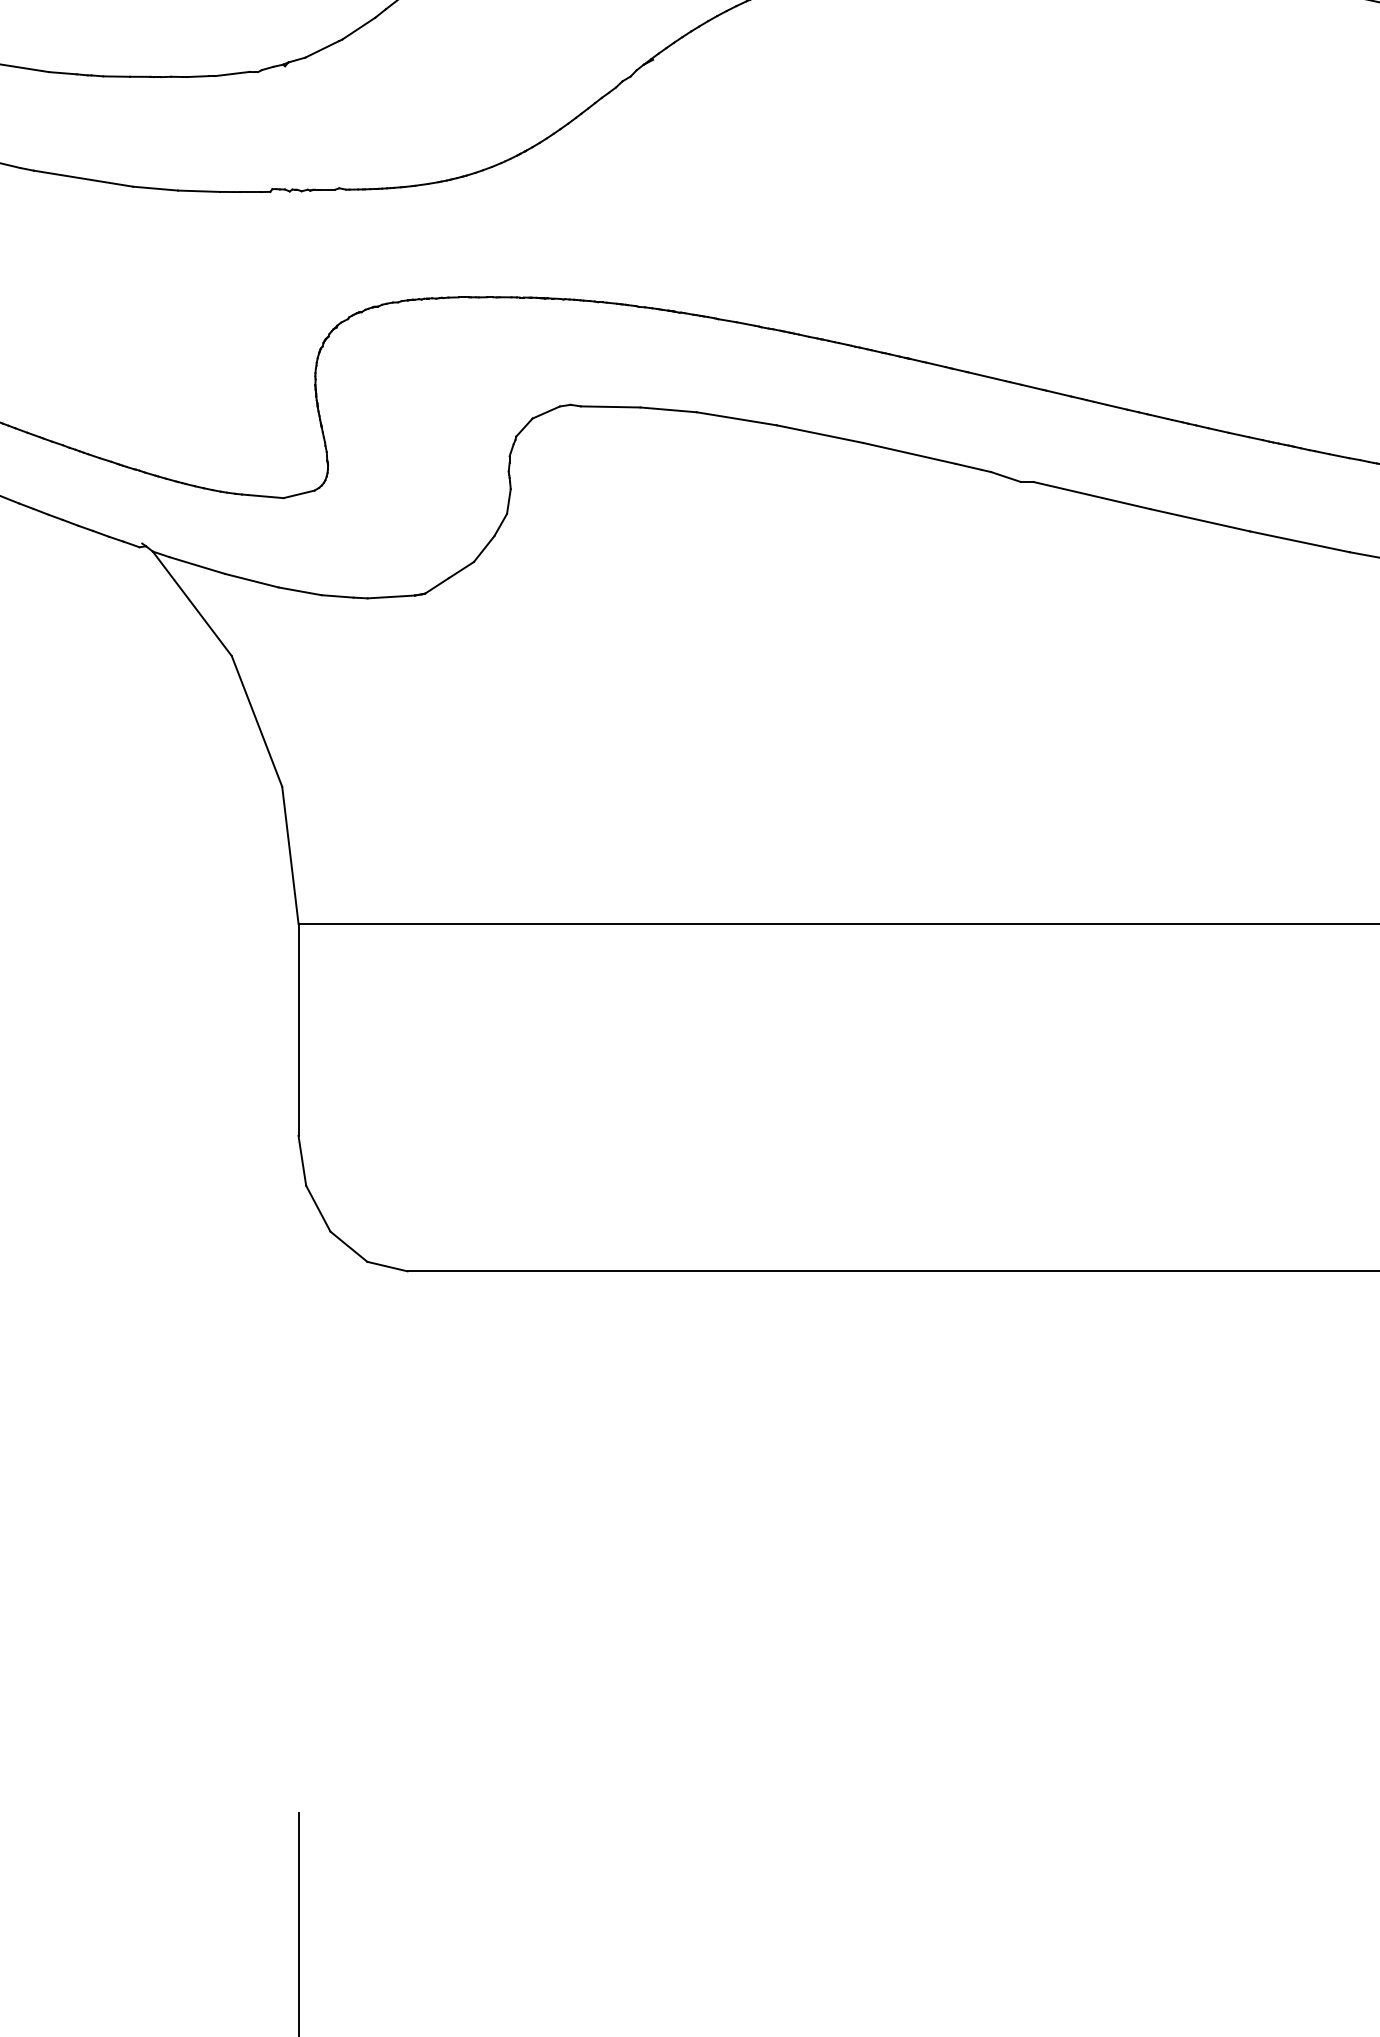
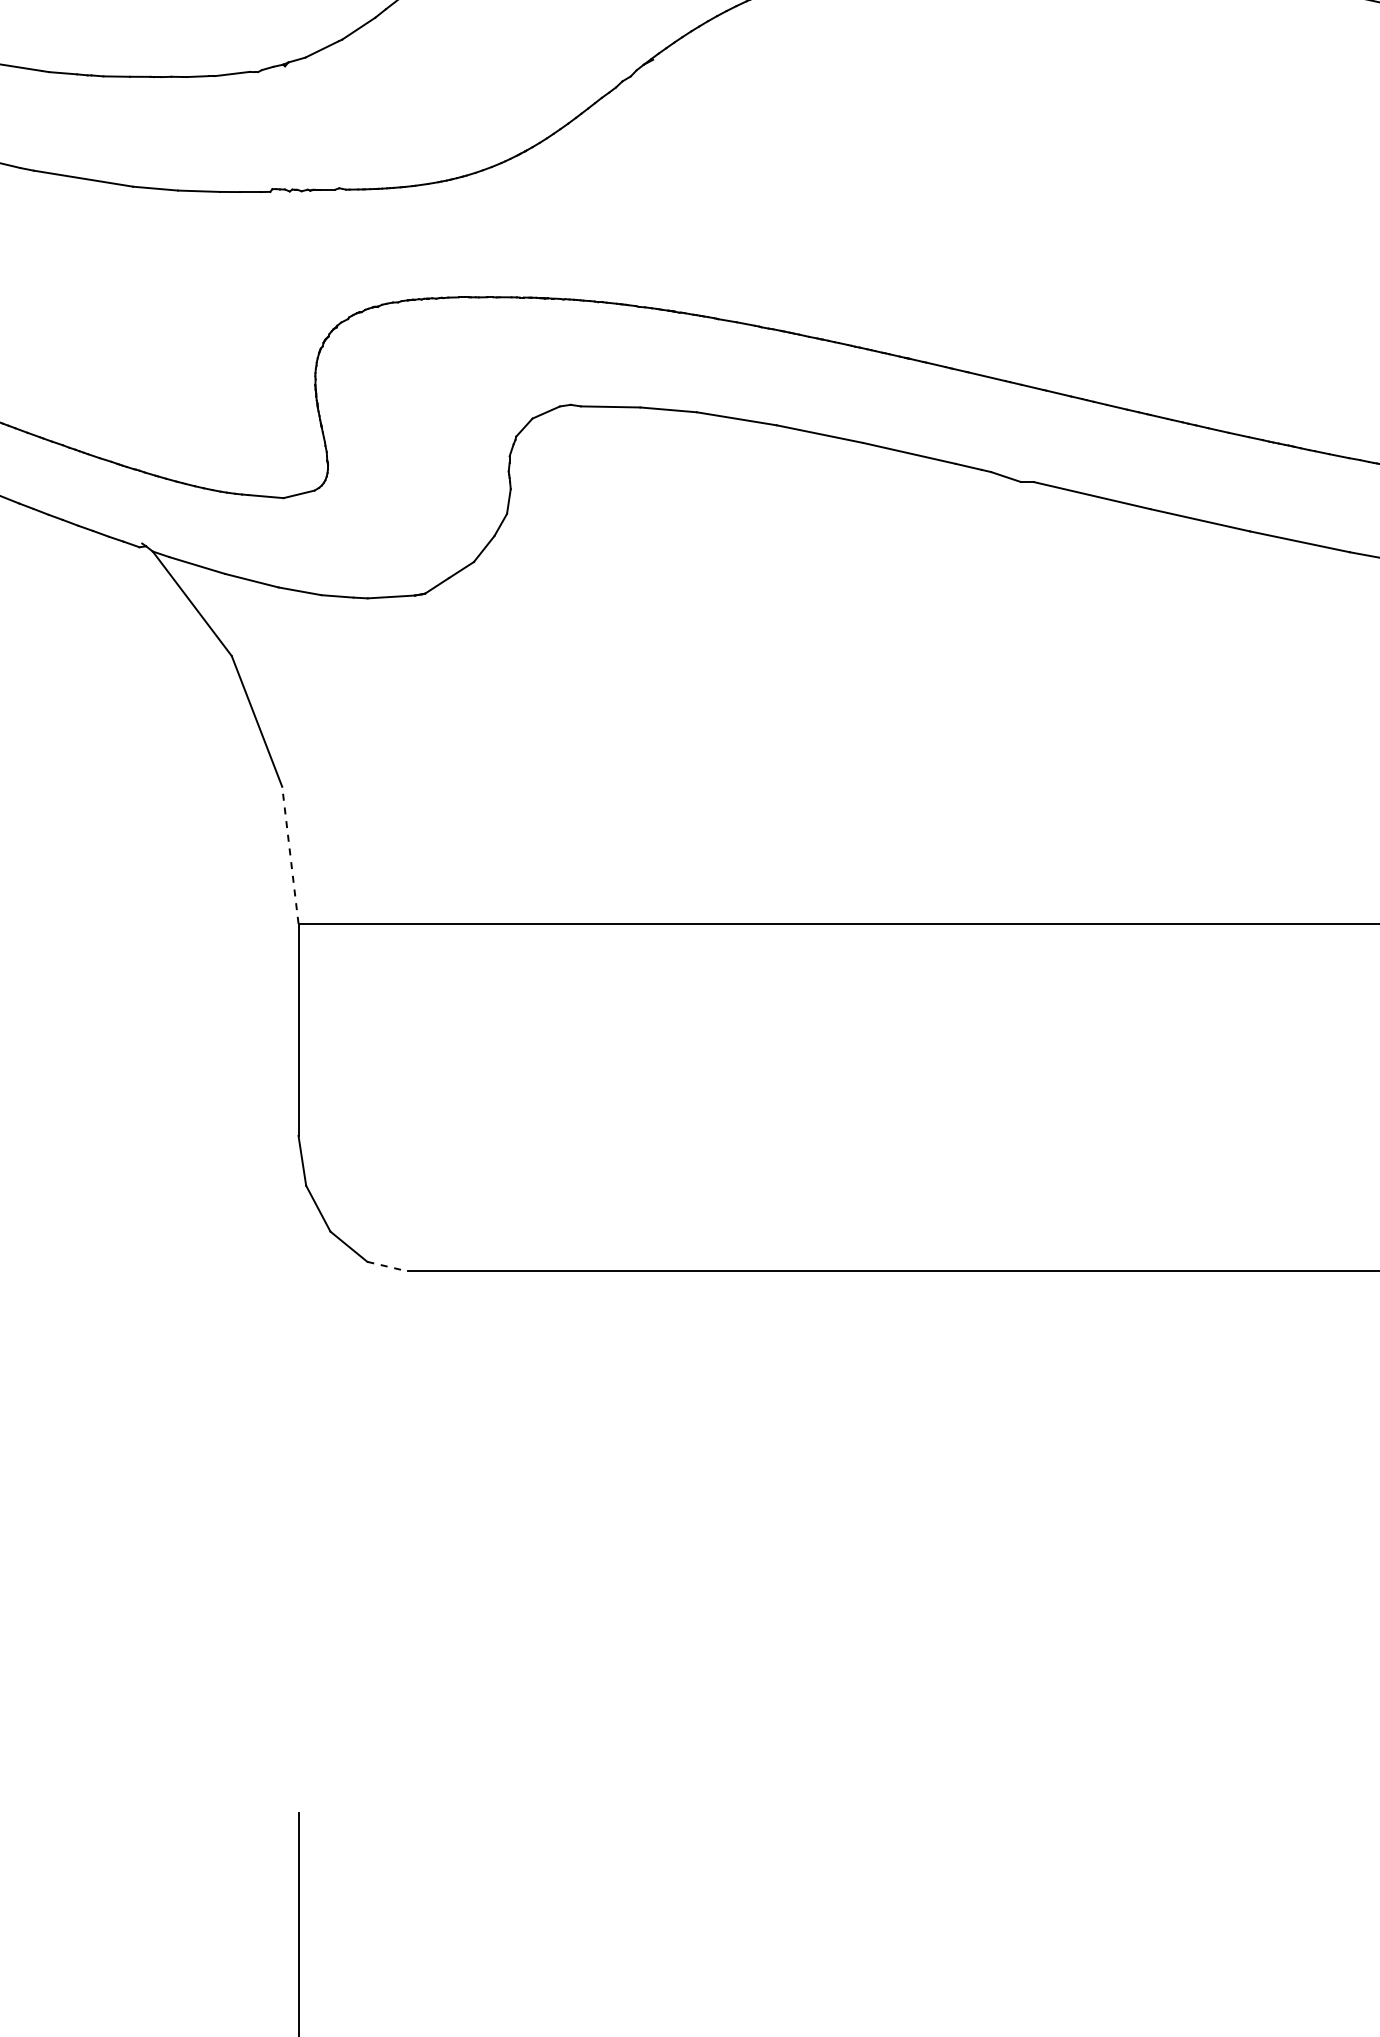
line at (290, 855): solid -> dashed
line at (387, 1266): solid -> dashed
